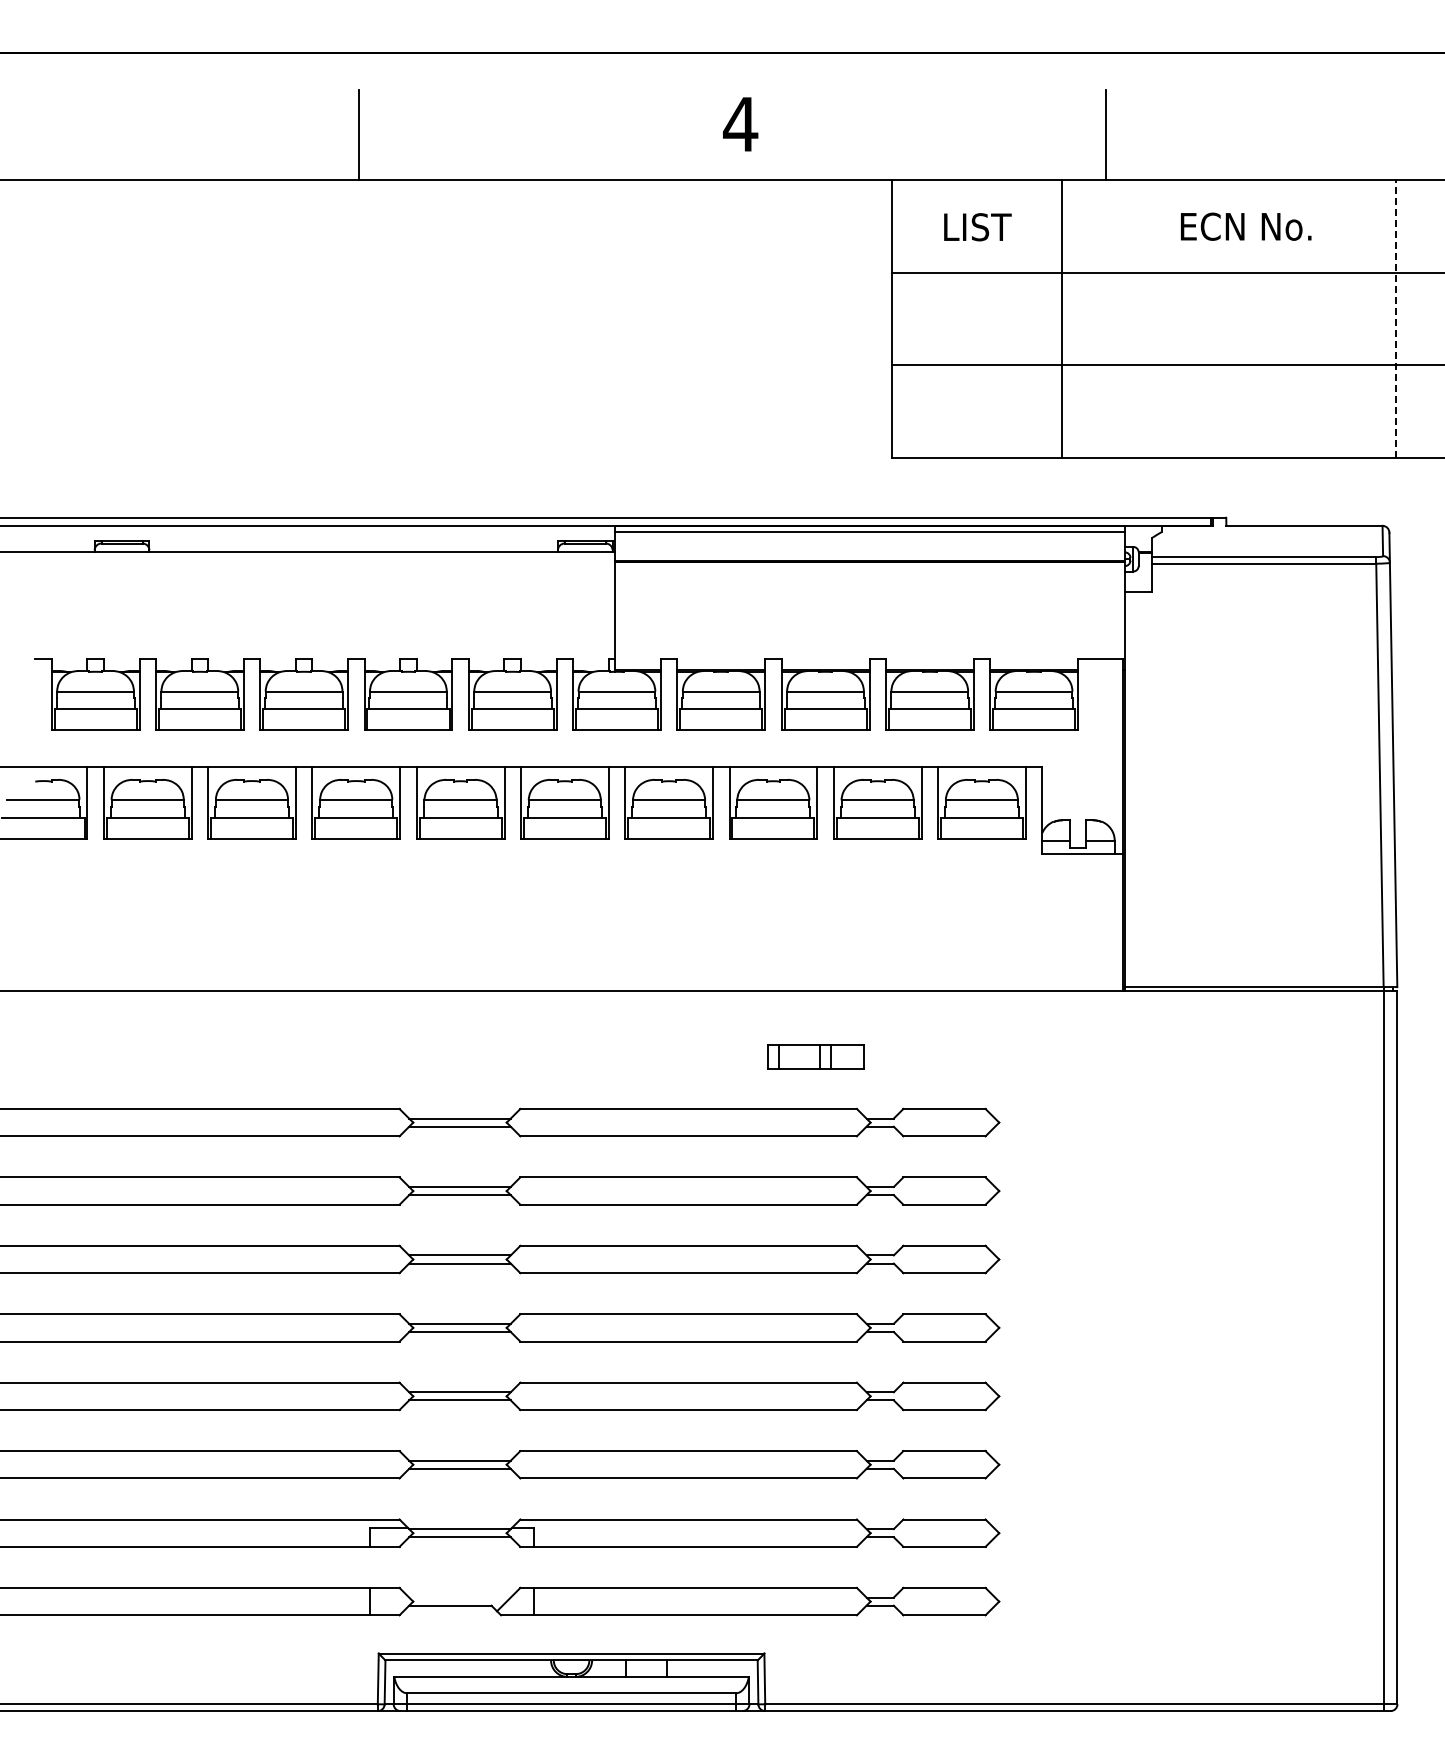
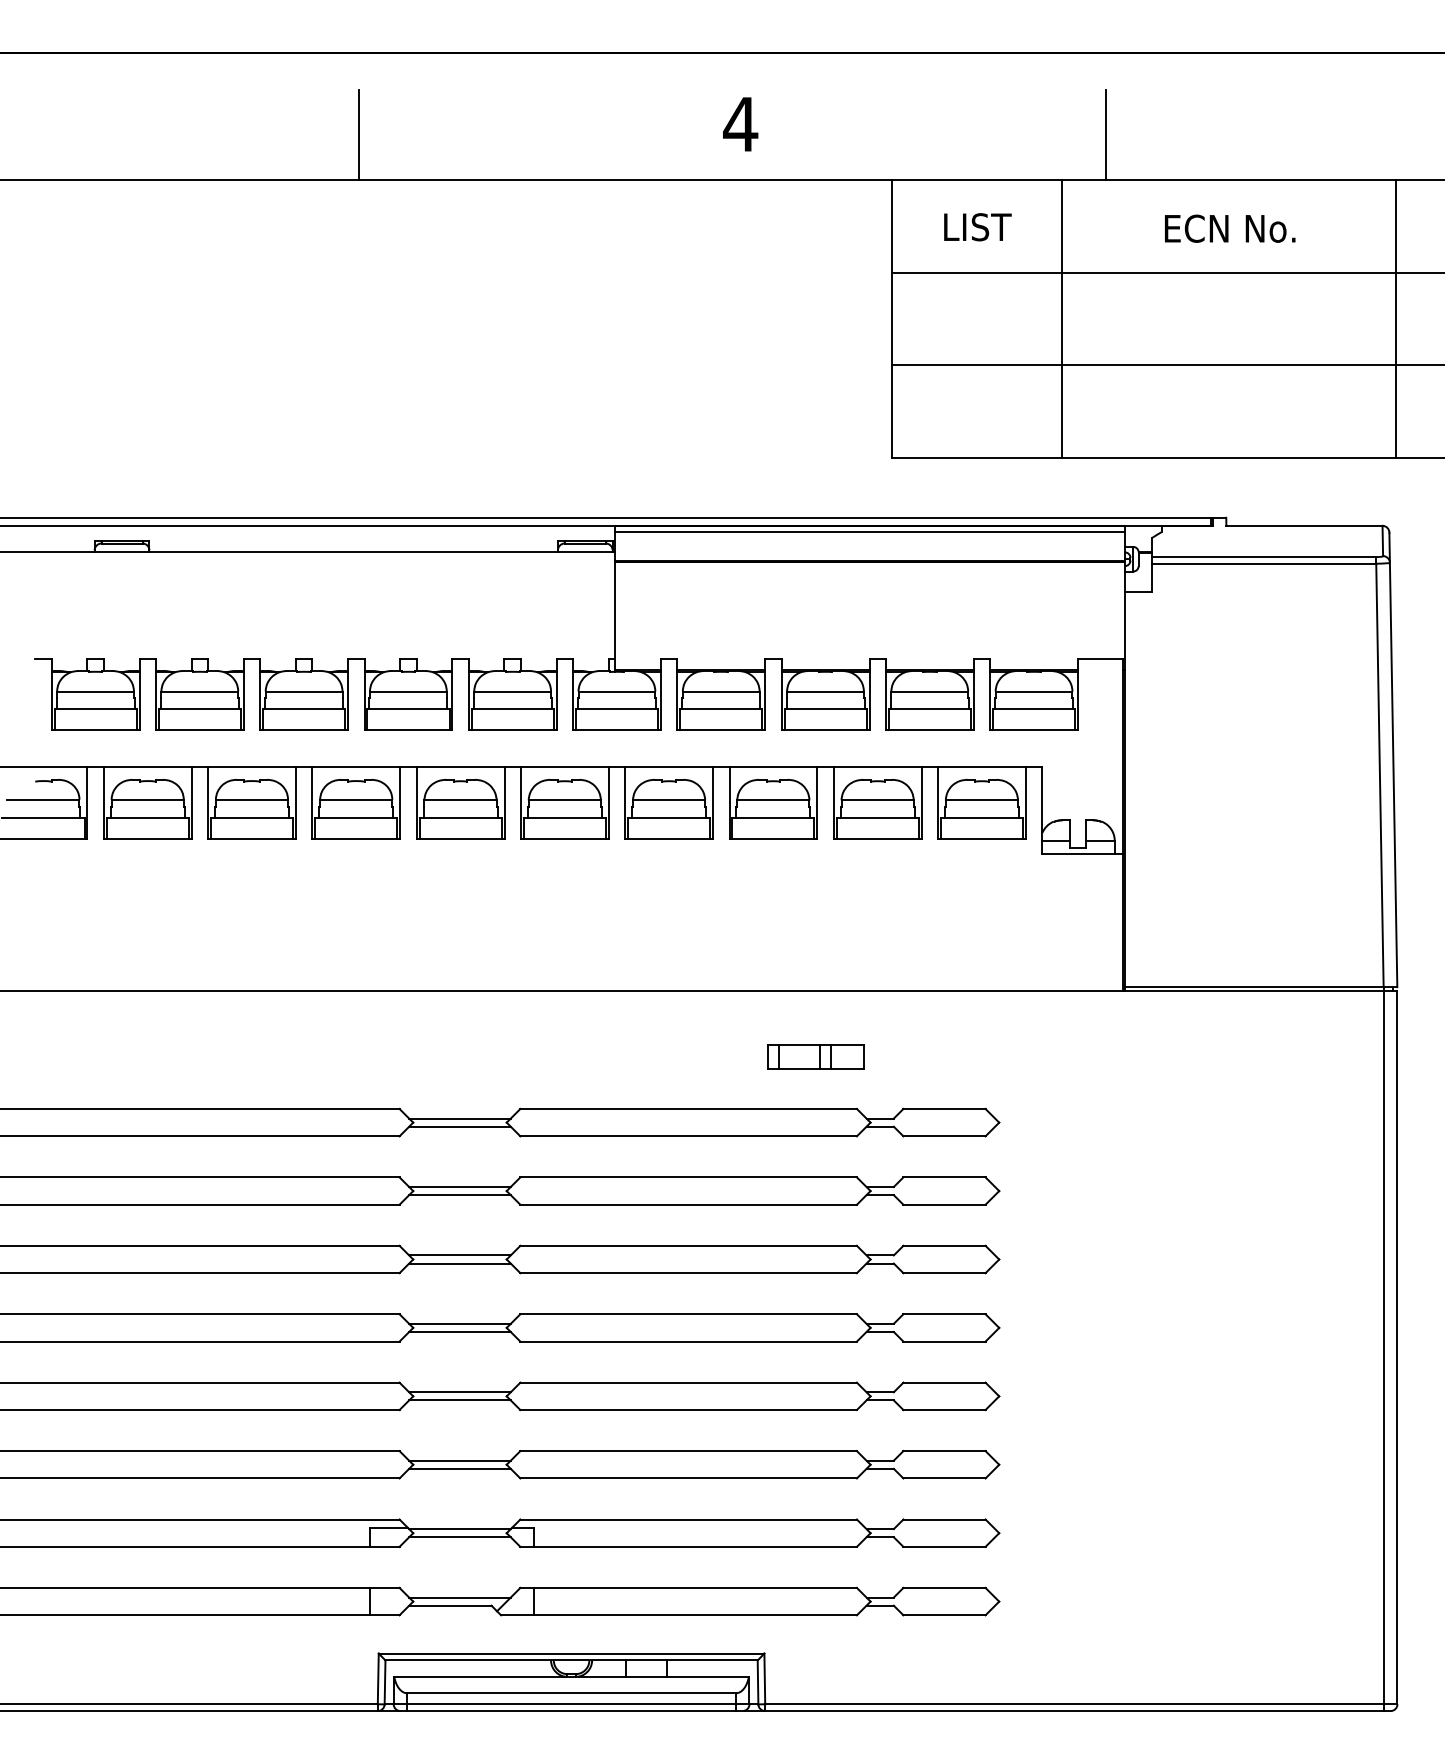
text at (1246, 226) position: (1246, 226) -> (1230, 228)
line at (1396, 318): dashed -> solid
line at (459, 1597): none -> present
